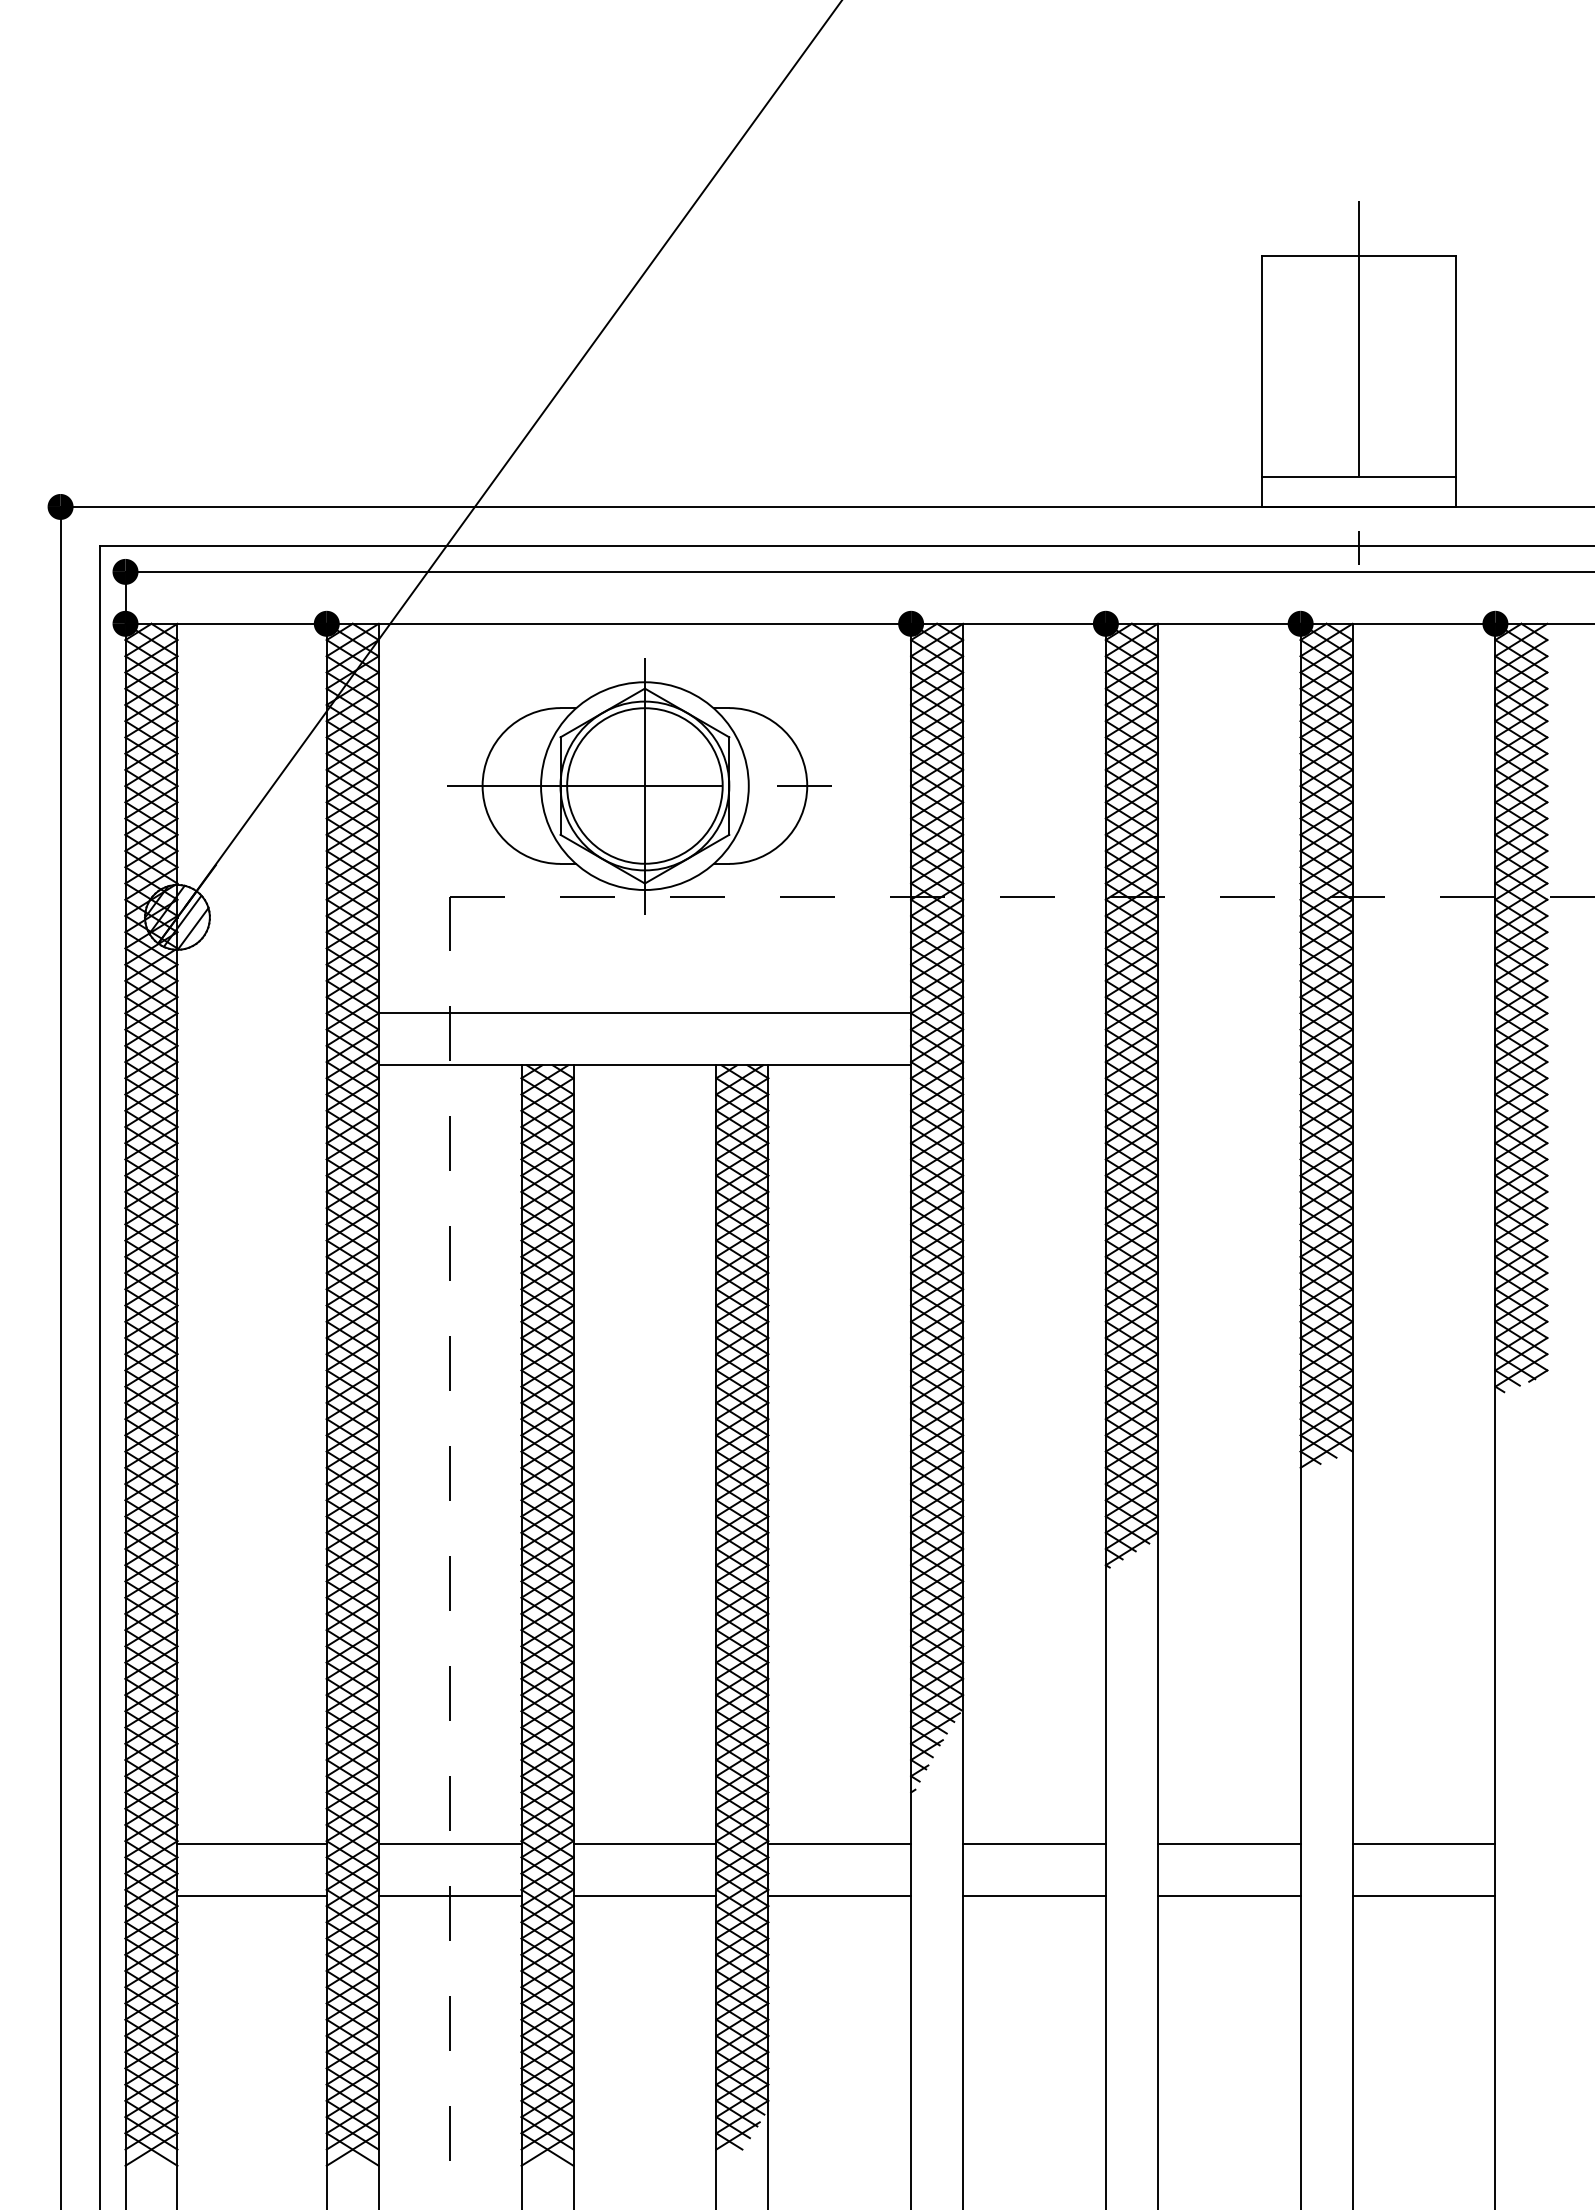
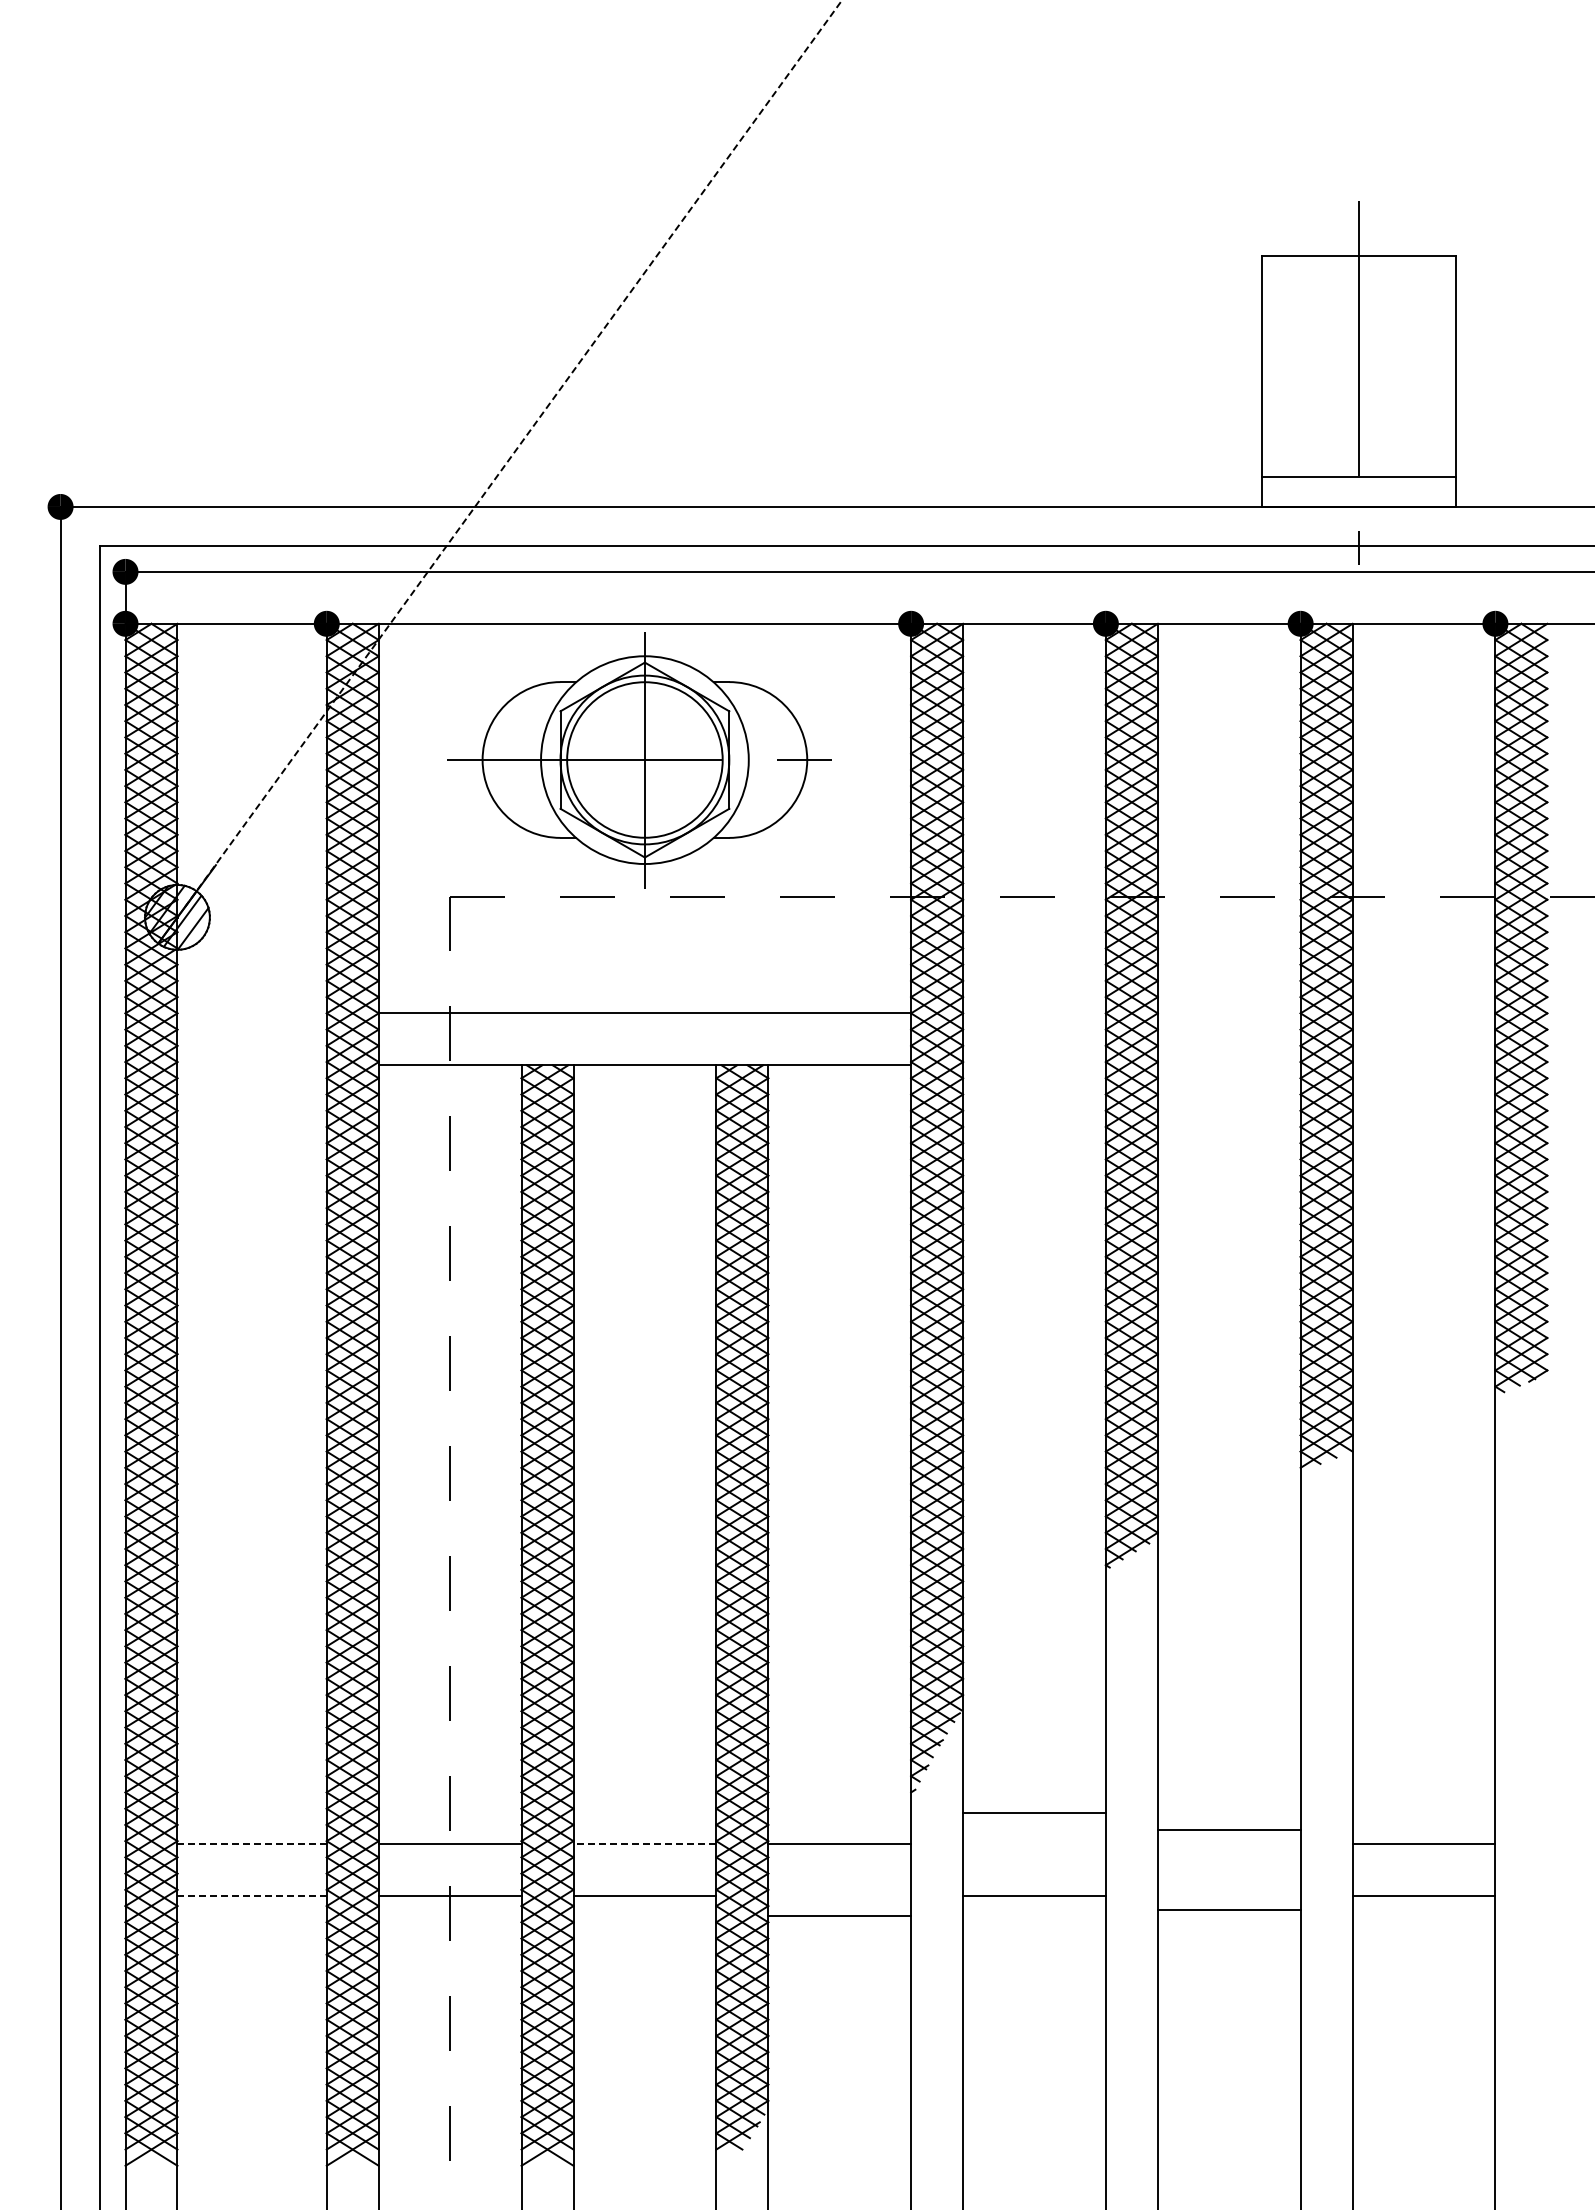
line at (513, 453): solid -> dashed
part at (639, 786) position: (639, 786) -> (639, 760)
line at (252, 1844): solid -> dashed
line at (644, 1844): solid -> dashed
line at (1034, 1844) position: (1034, 1844) -> (1034, 1813)
line at (1228, 1844) position: (1228, 1844) -> (1228, 1830)
line at (252, 1896): solid -> dashed
line at (839, 1896) position: (839, 1896) -> (839, 1916)
line at (1228, 1896) position: (1228, 1896) -> (1228, 1910)
